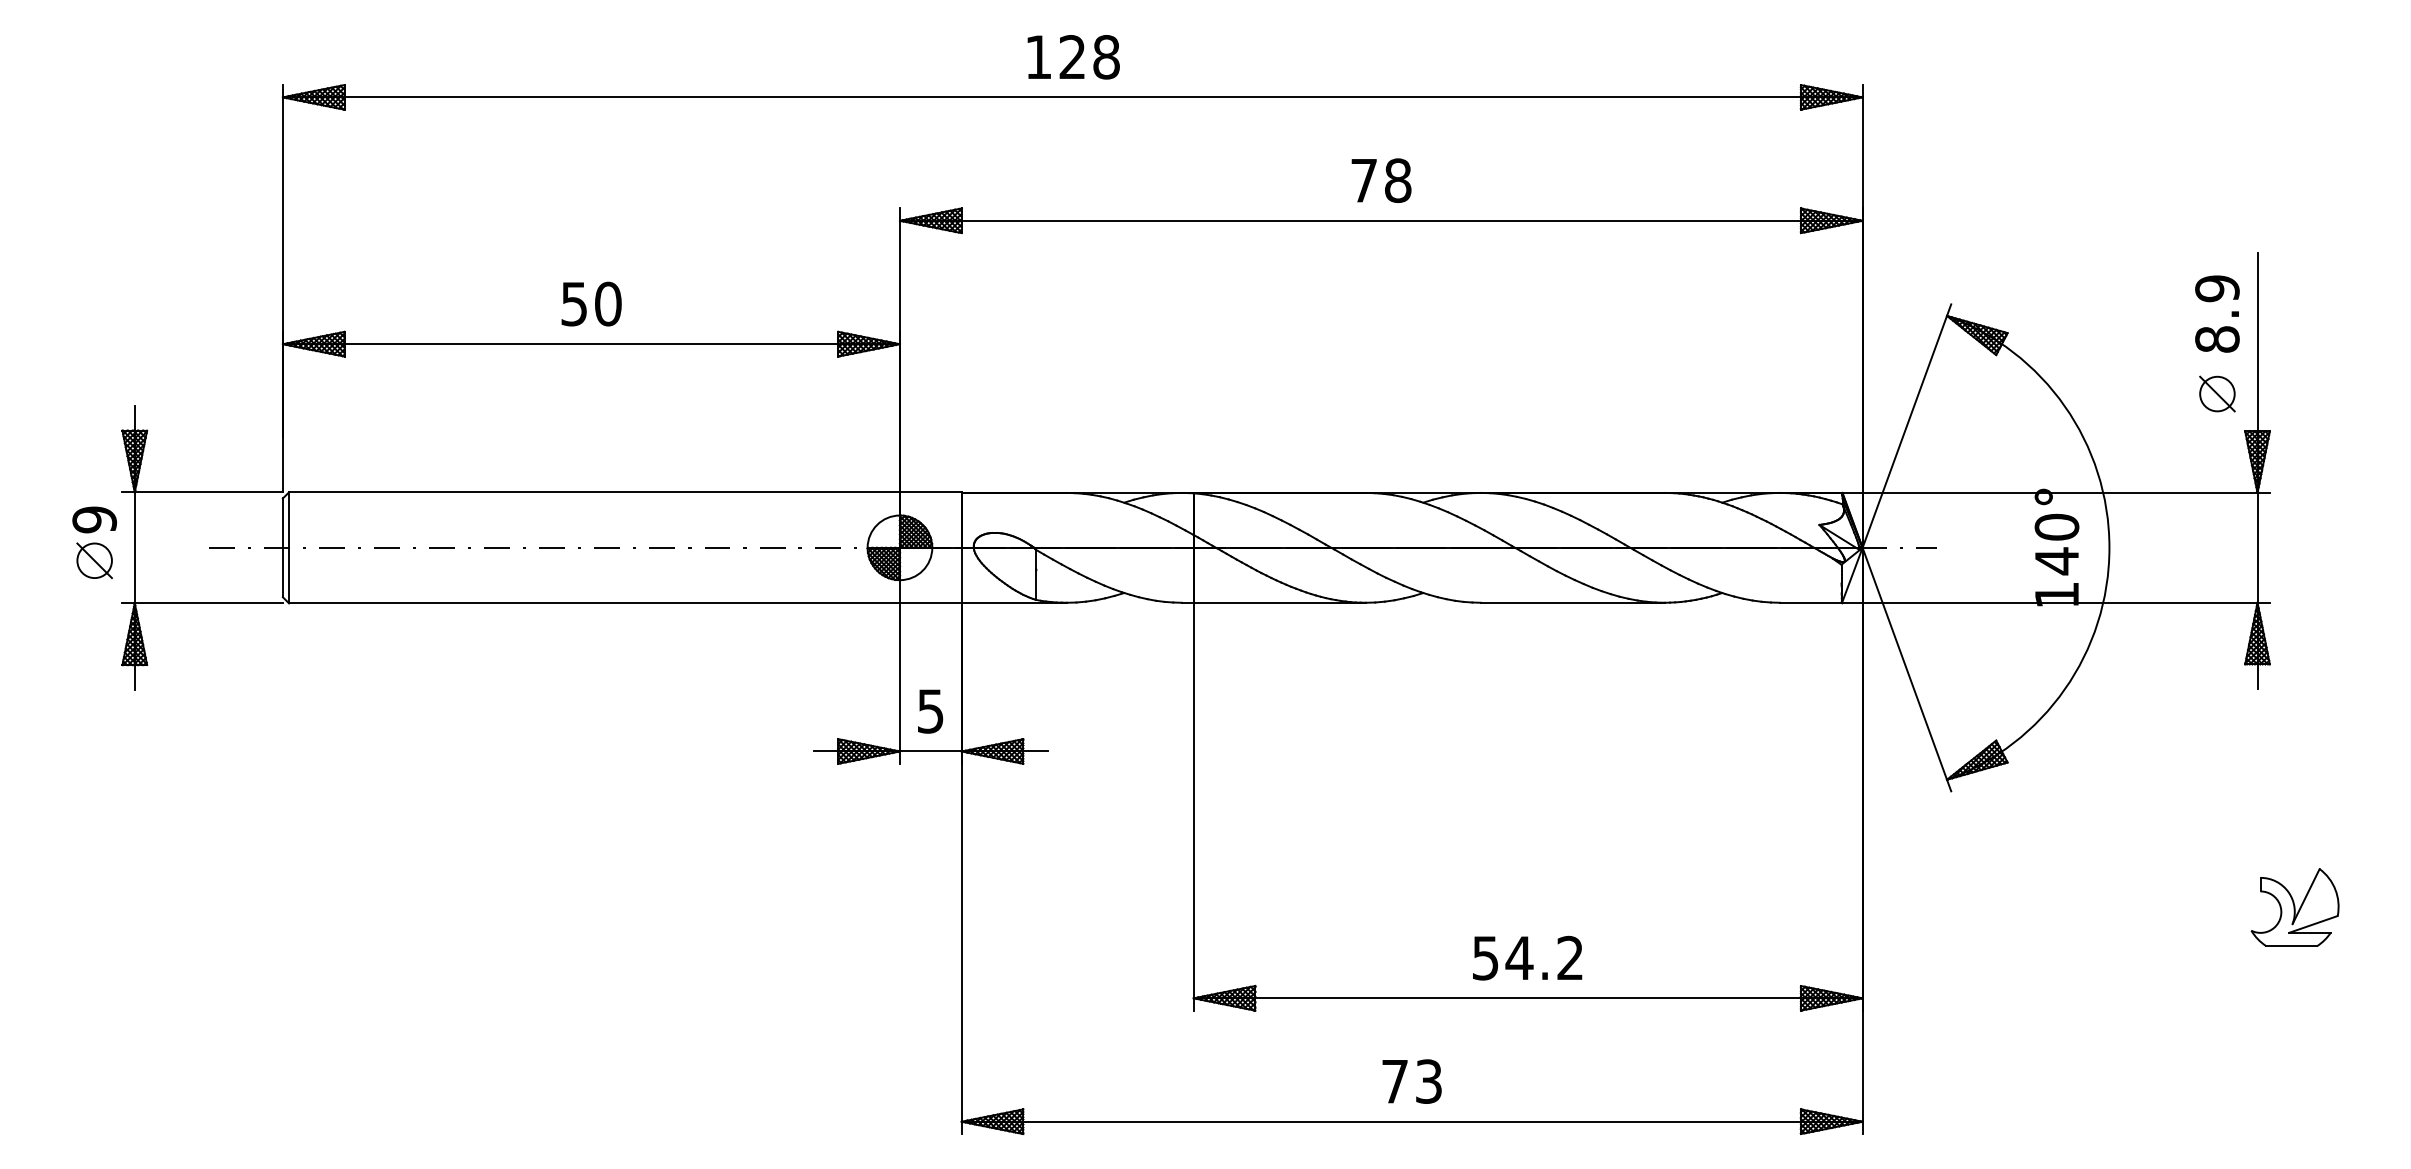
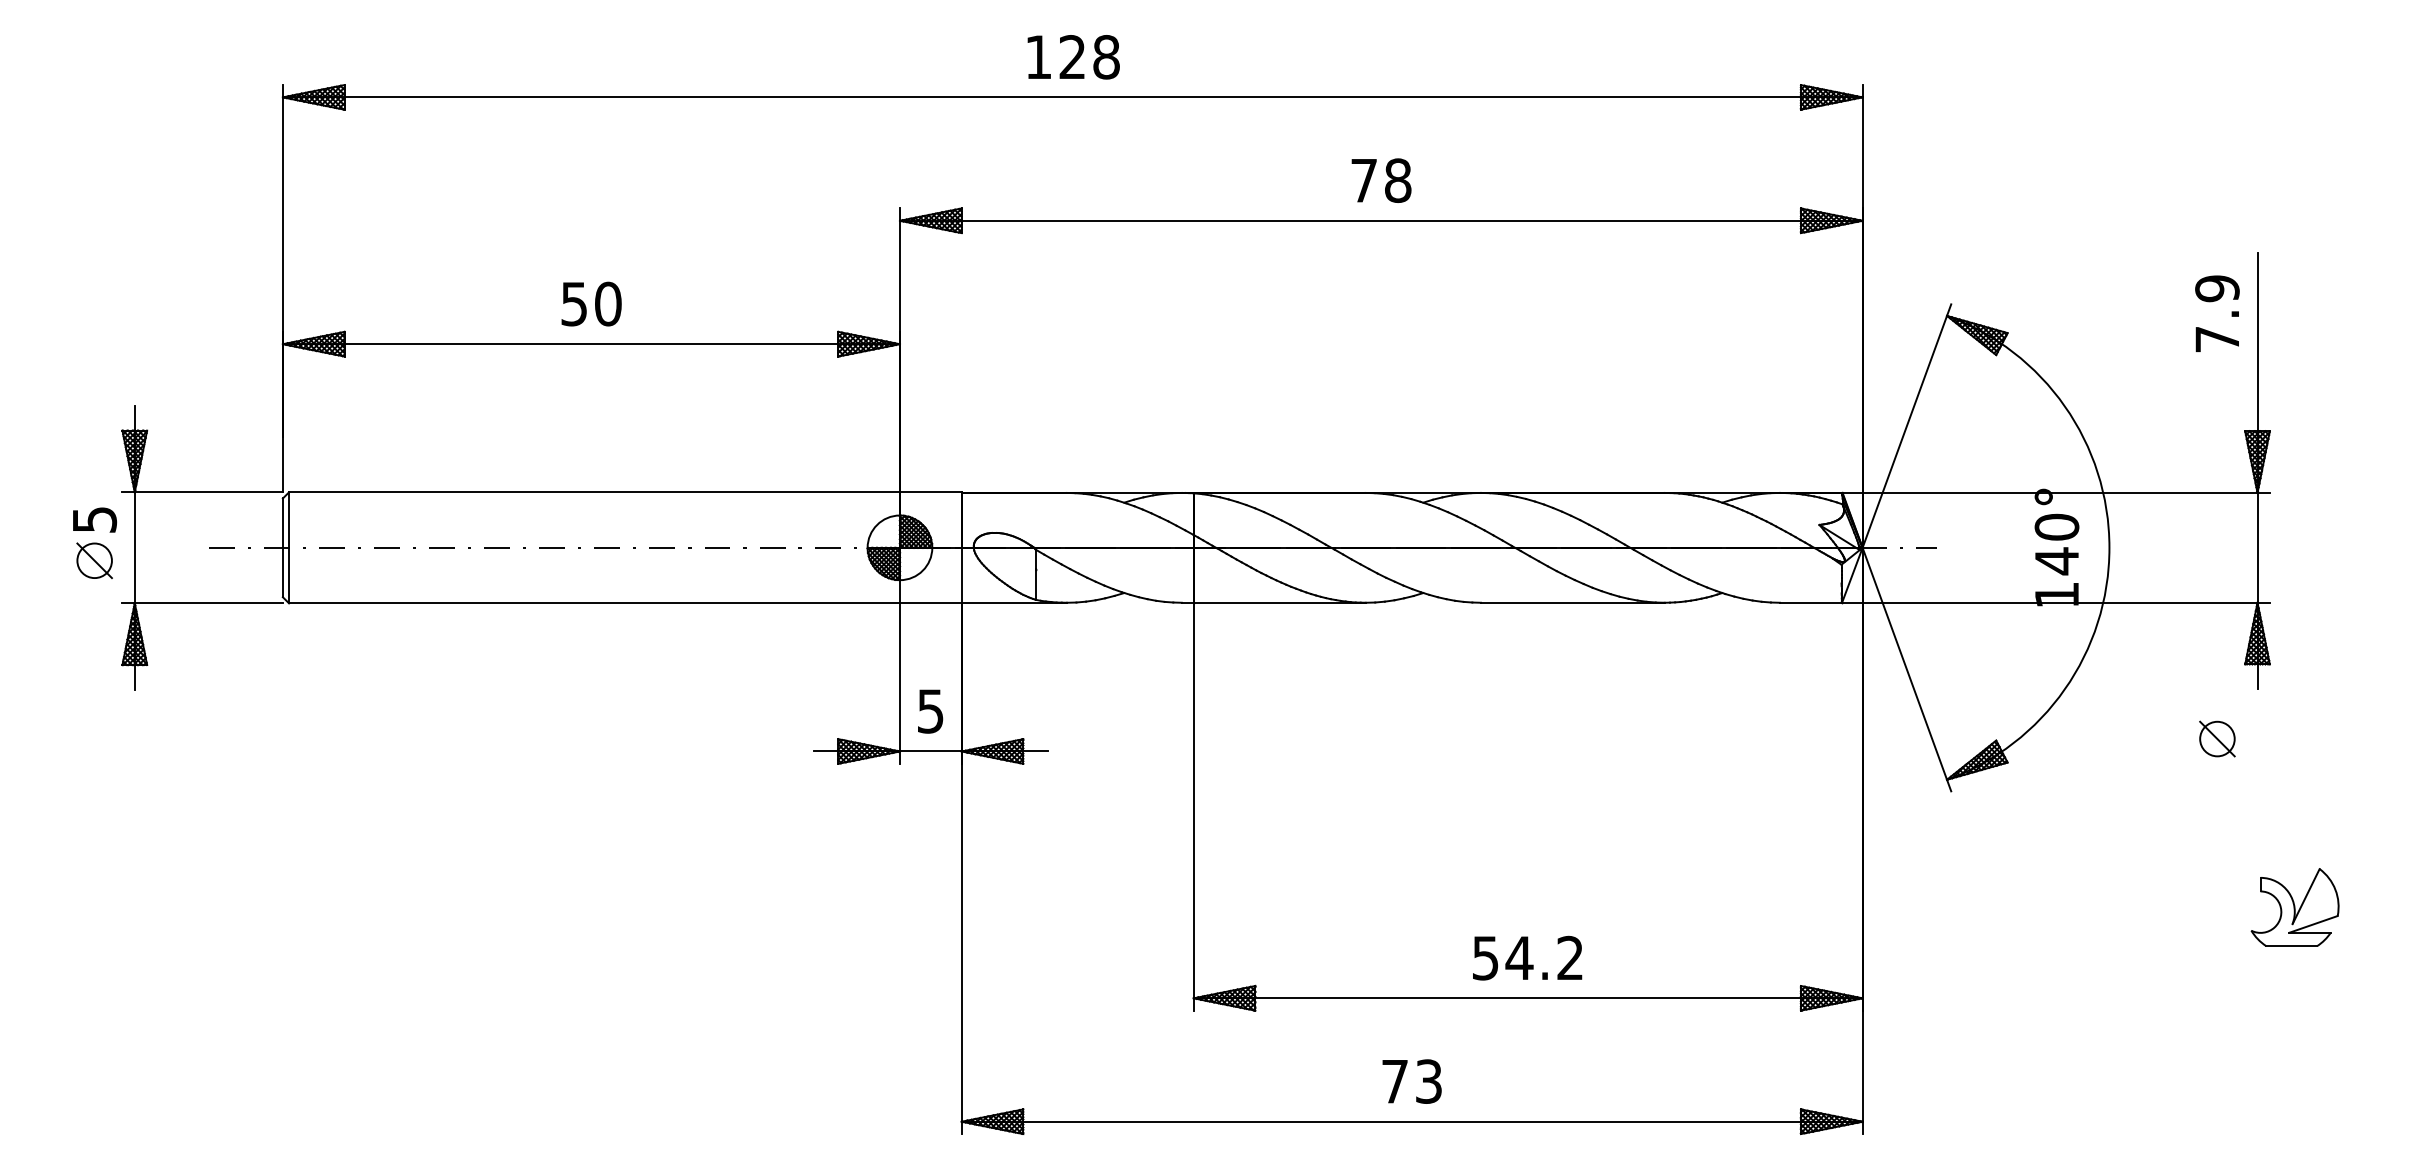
text at (2217, 339): 8.9 -> 7.9
part at (2217, 393) position: (2217, 393) -> (2217, 738)
text at (94, 519): 9 -> 5
